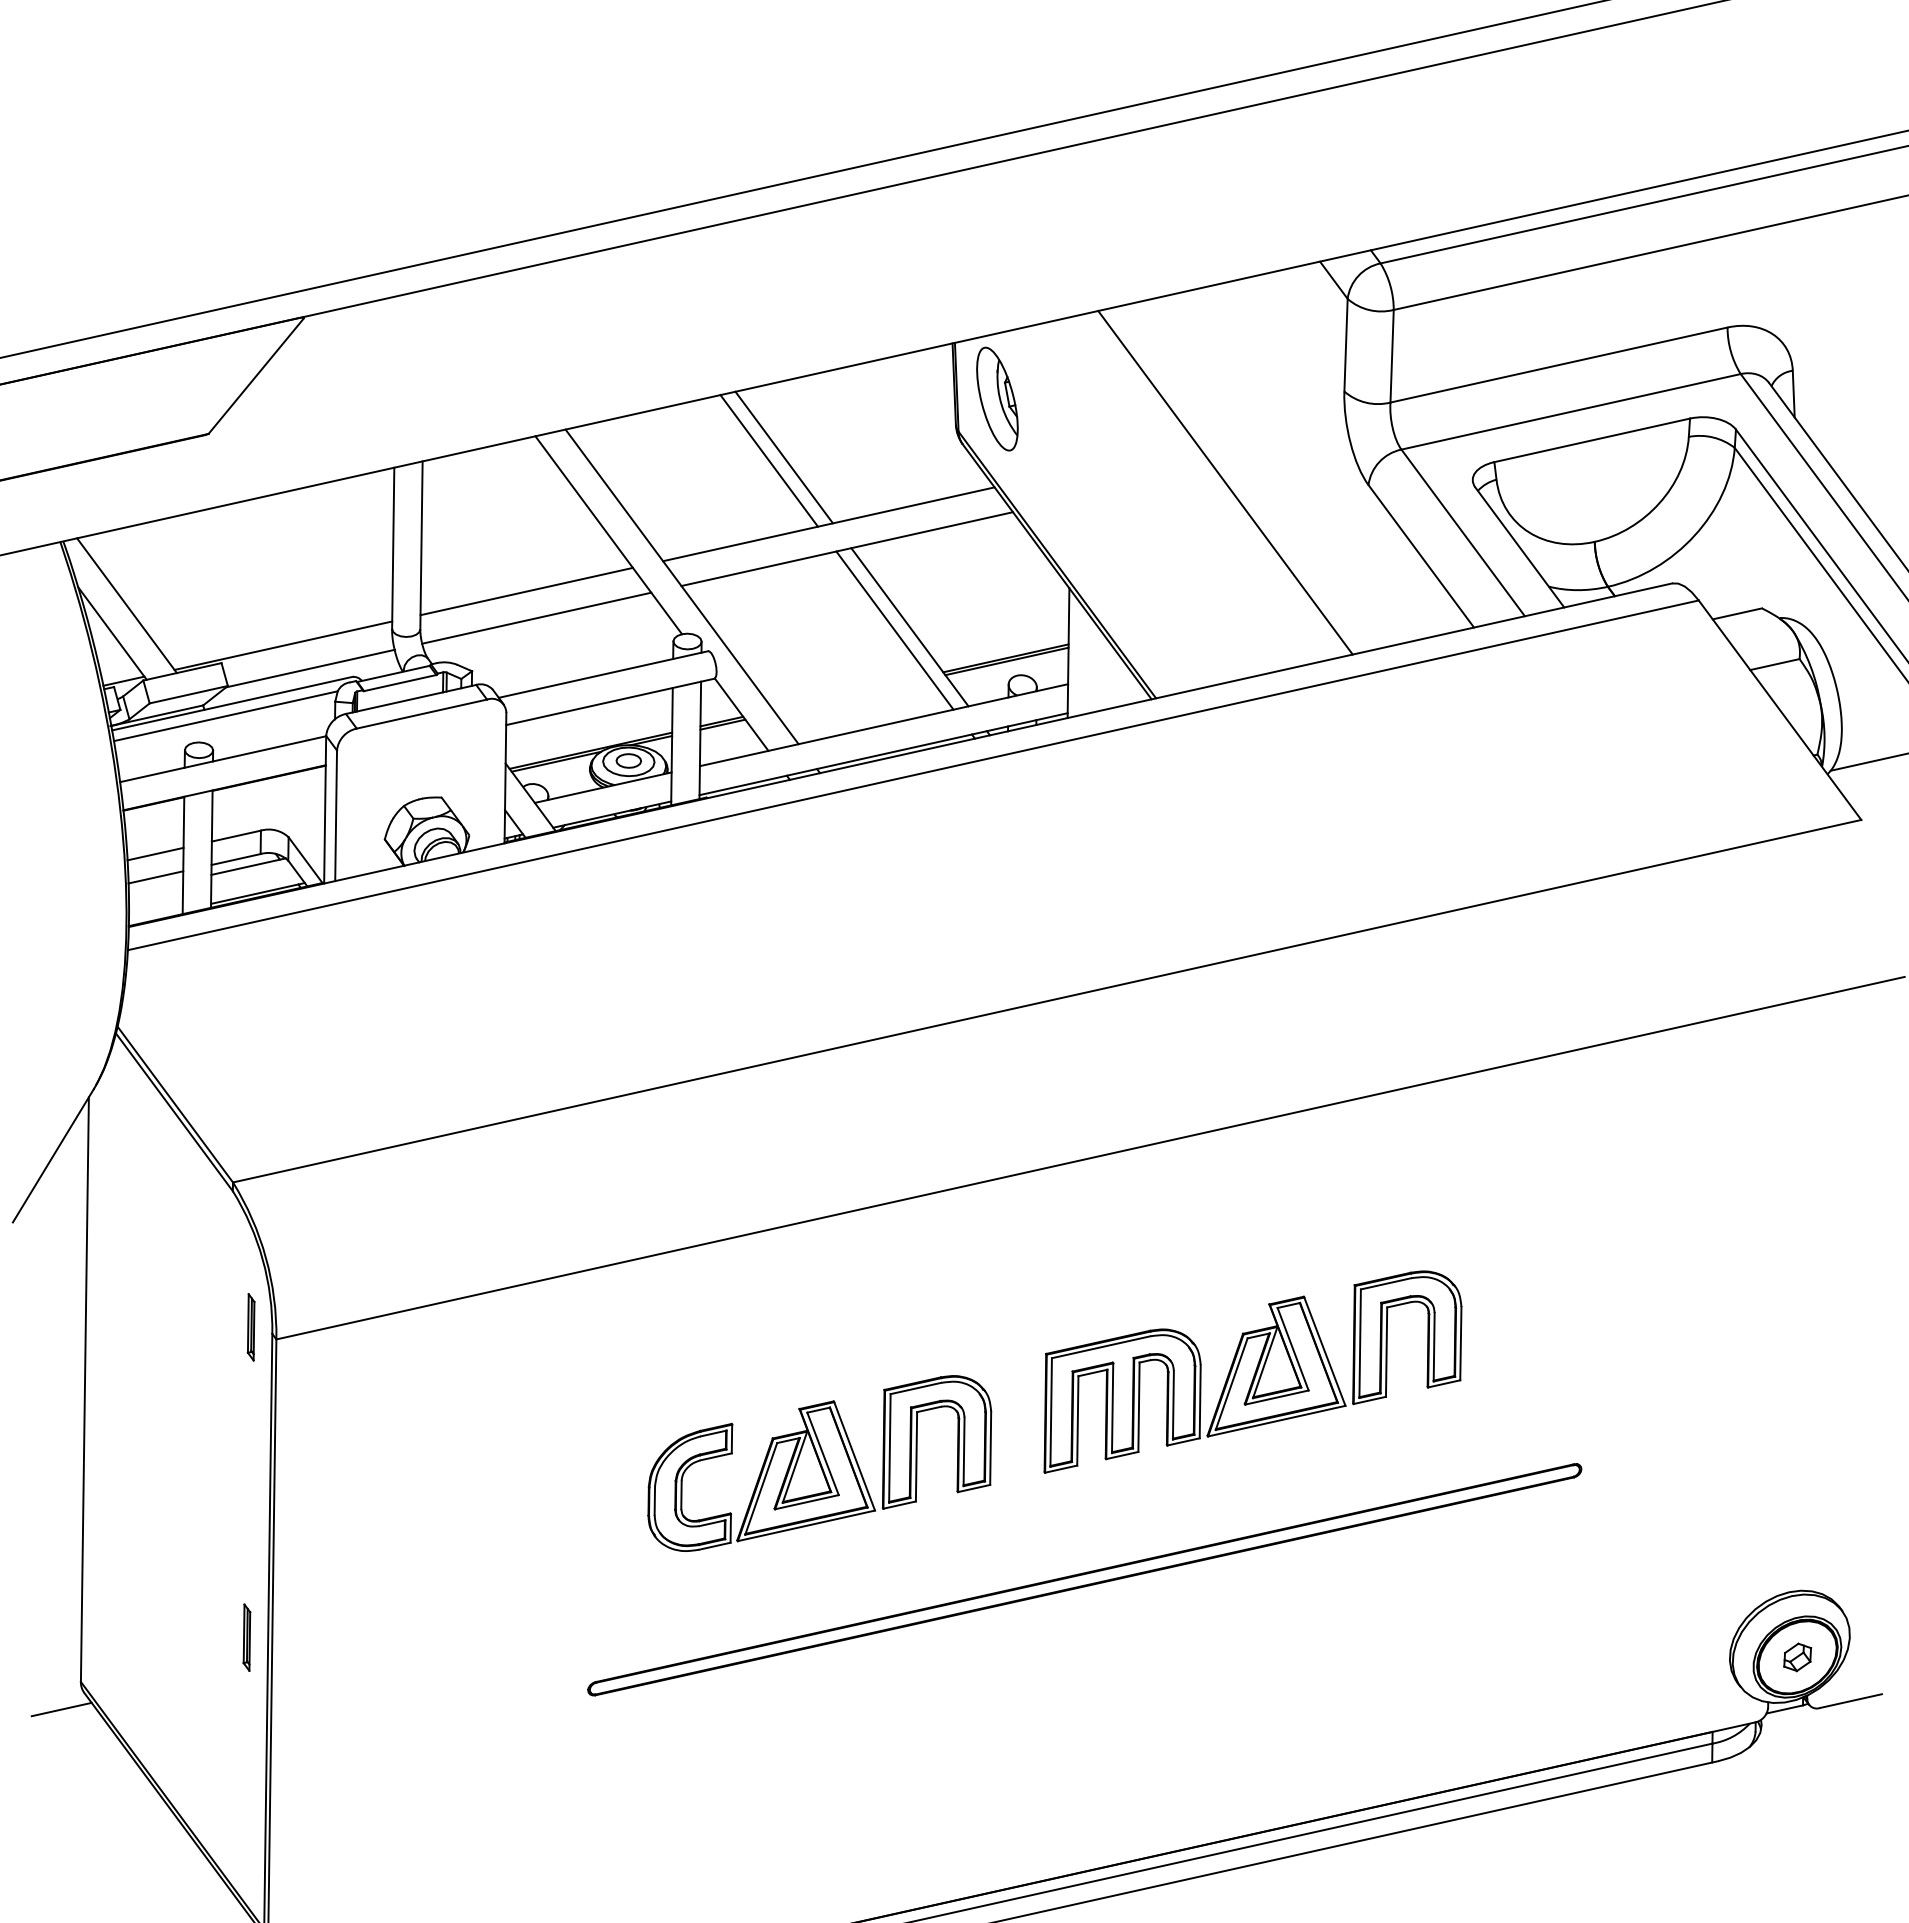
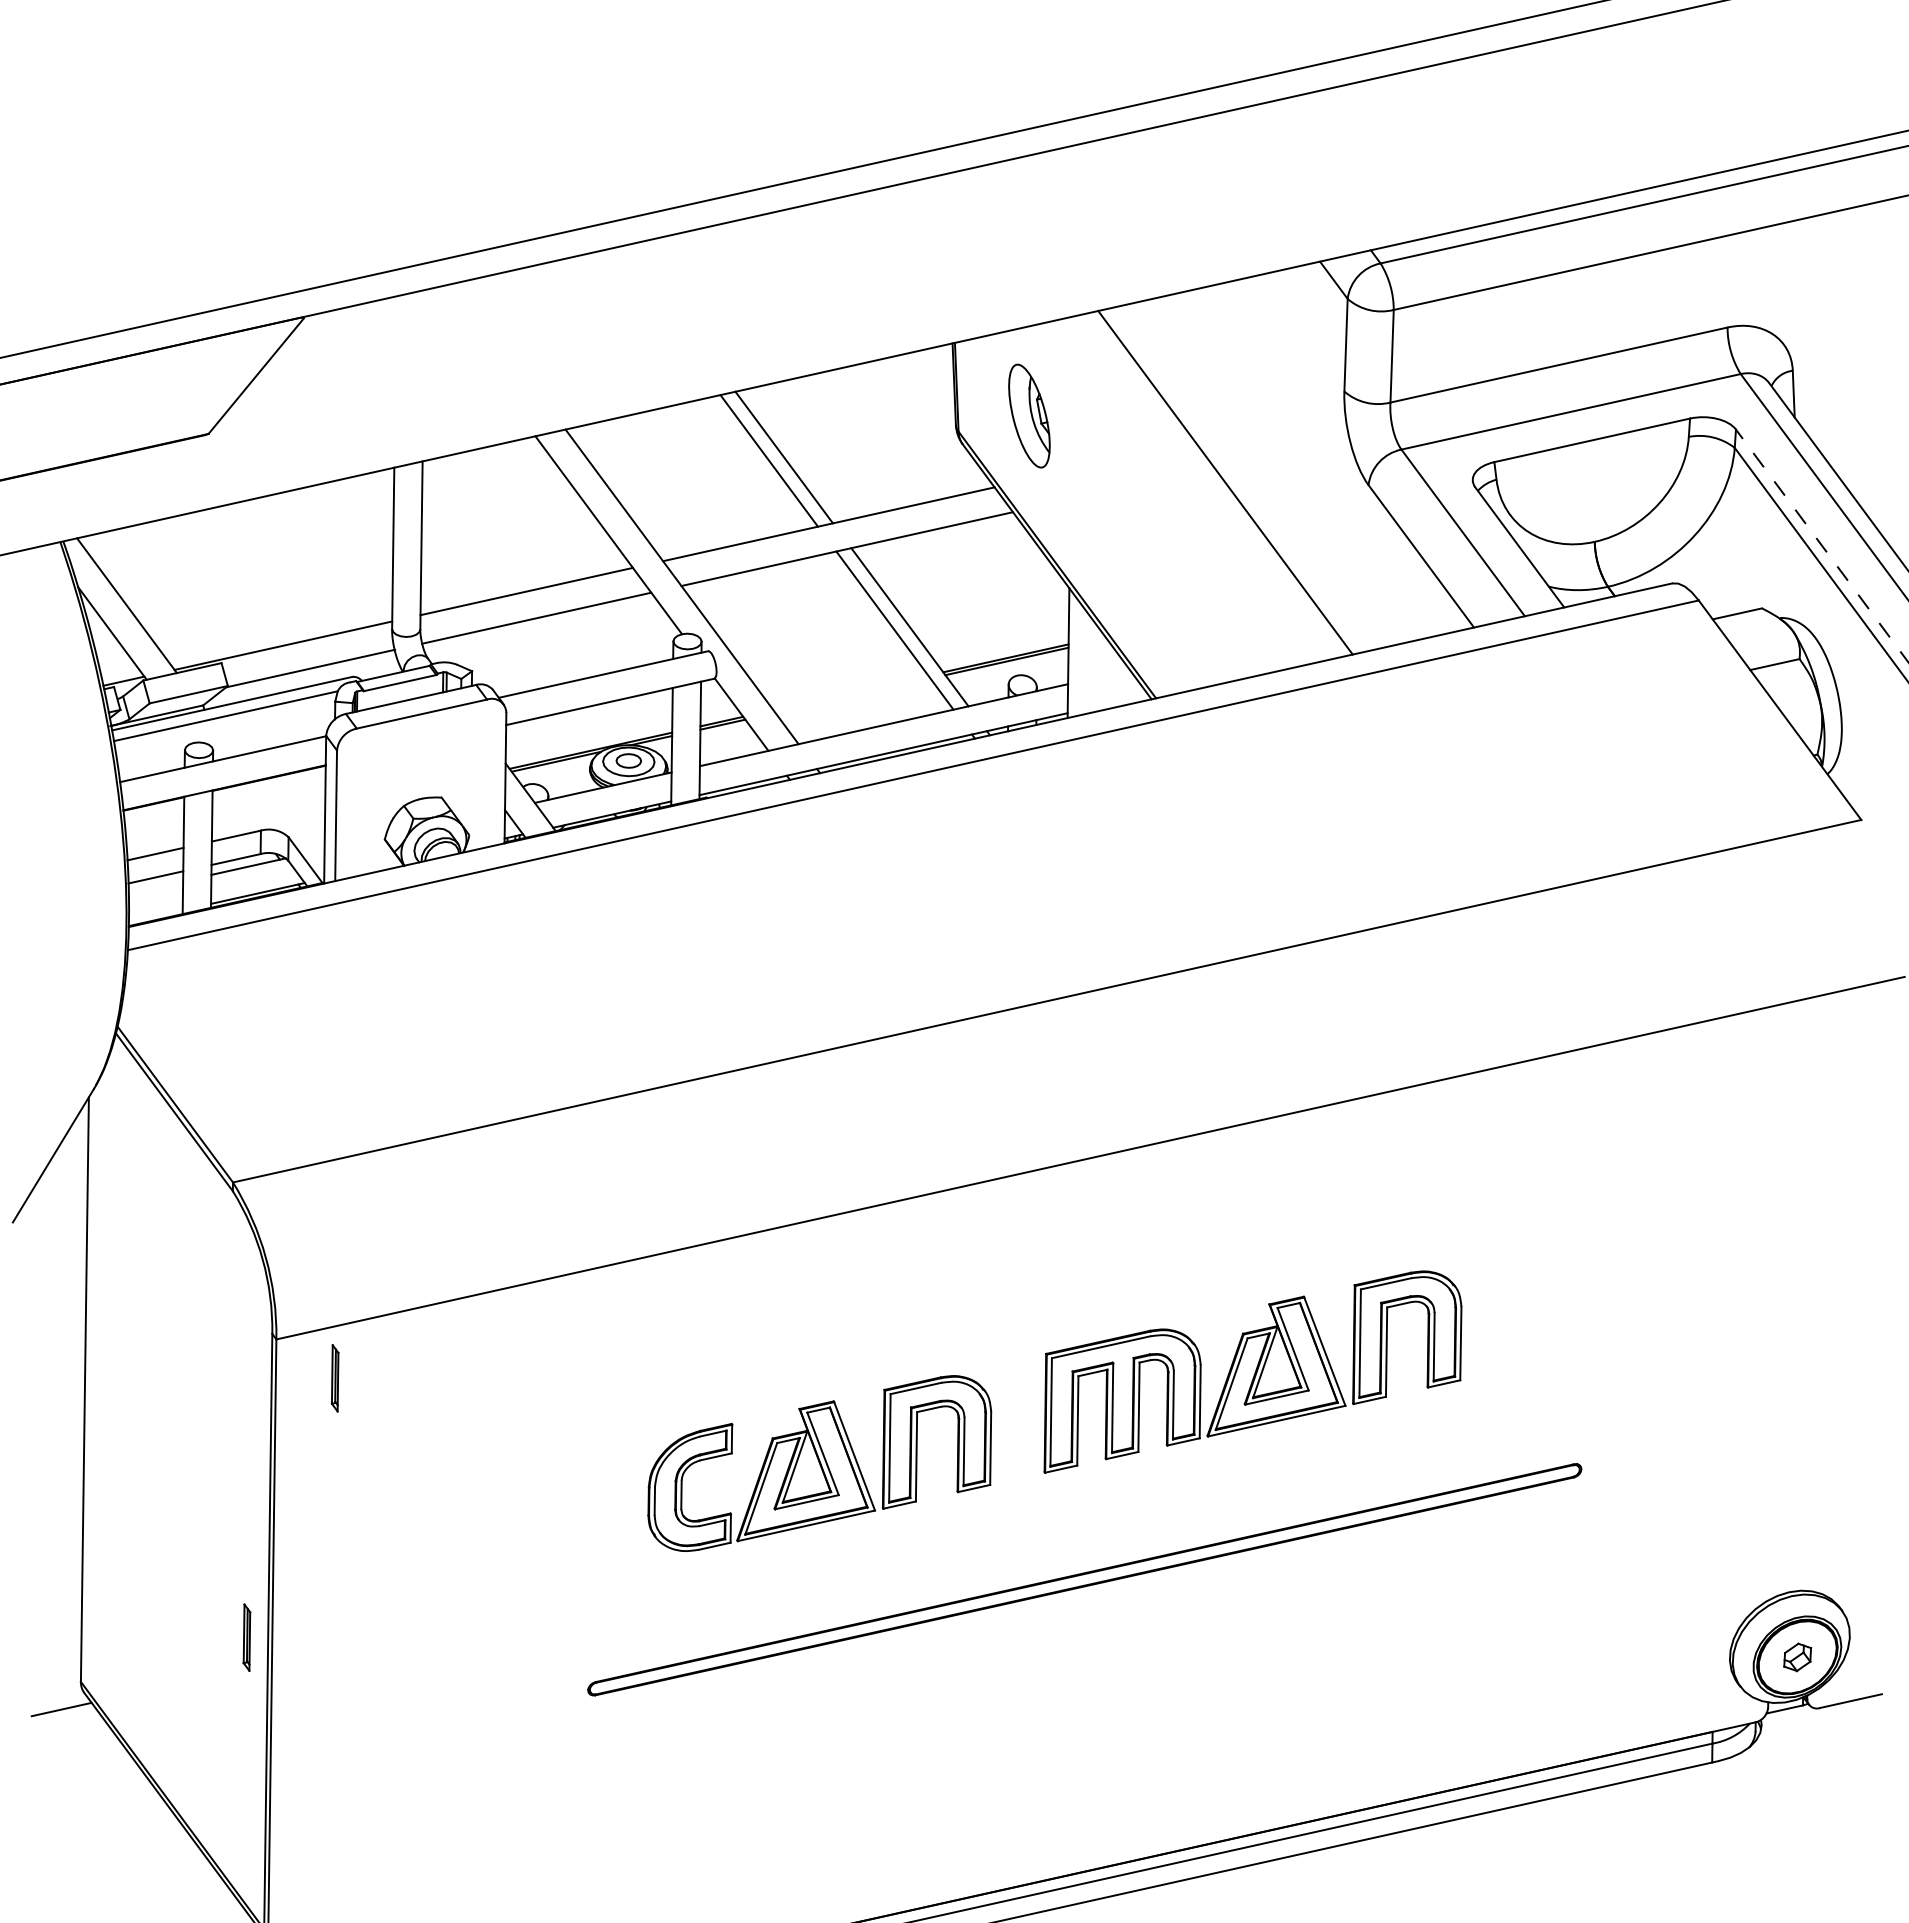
part at (997, 398) position: (997, 398) -> (1029, 415)
line at (1822, 545): solid -> dashed
line at (1867, 762): present -> none
part at (250, 1327) position: (250, 1327) -> (334, 1378)
